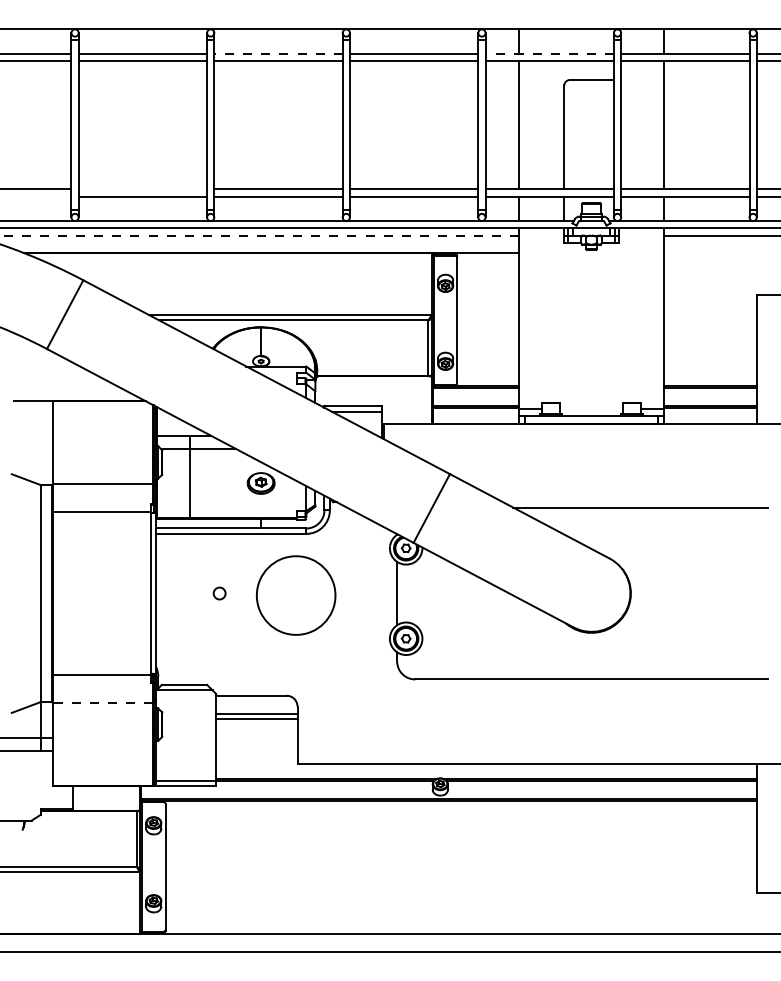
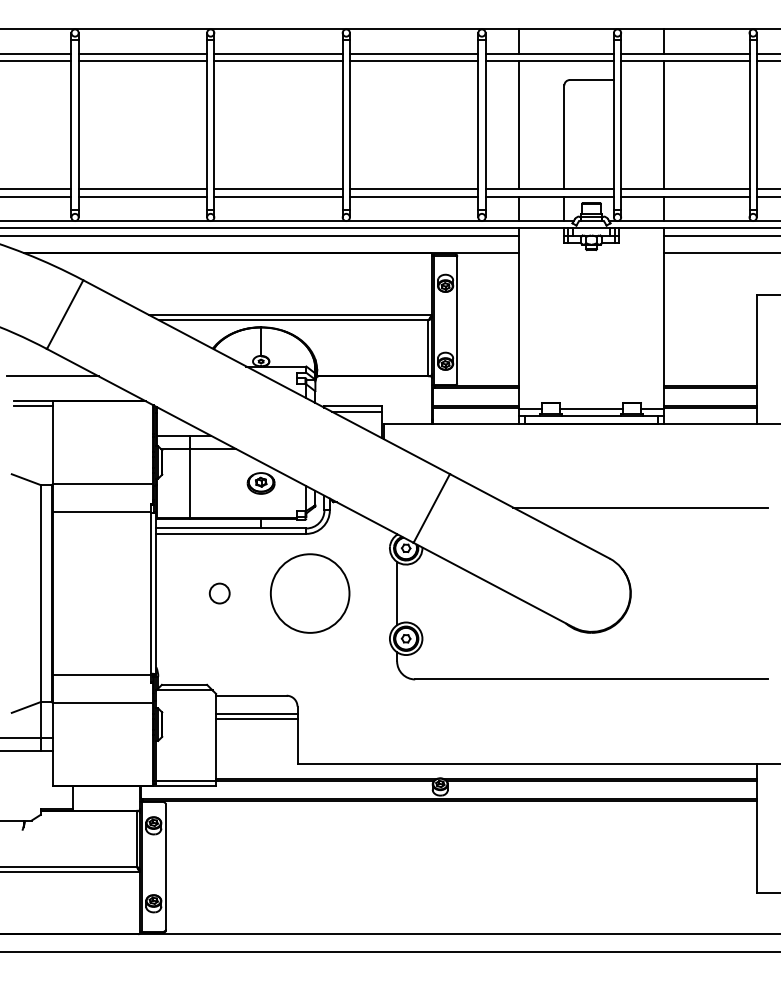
line at (278, 53): dashed -> solid
line at (549, 53): dashed -> solid
line at (142, 189): none -> present
line at (36, 196): none -> present
line at (259, 235): dashed -> solid
line at (720, 252): none -> present
line at (52, 376): none -> present
line at (33, 406): none -> present
line at (591, 409): none -> present
circle at (219, 593) size: 15x15 px -> 23x23 px
circle at (296, 595) position: (296, 595) -> (310, 593)
line at (102, 702): dashed -> solid
